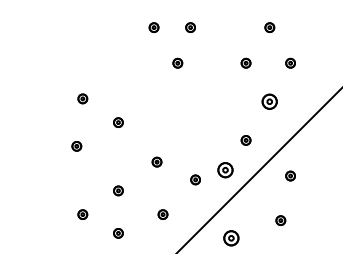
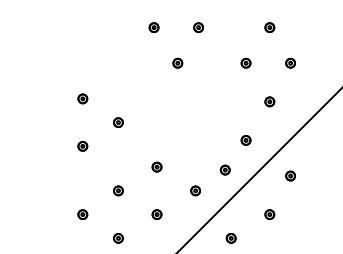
part at (190, 27) position: (190, 27) -> (198, 27)
part at (269, 101) size: 17x17 px -> 12x12 px
part at (76, 146) position: (76, 146) -> (82, 146)
part at (156, 161) position: (156, 161) -> (156, 166)
part at (225, 170) size: 17x17 px -> 12x12 px
part at (195, 179) position: (195, 179) -> (195, 190)
part at (162, 214) position: (162, 214) -> (156, 214)
part at (280, 220) position: (280, 220) -> (269, 214)
part at (118, 233) position: (118, 233) -> (118, 238)
part at (231, 238) size: 17x17 px -> 12x11 px
